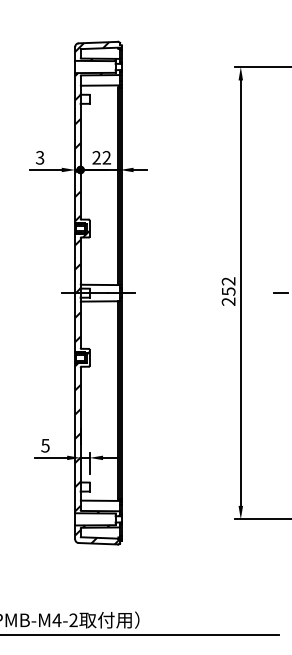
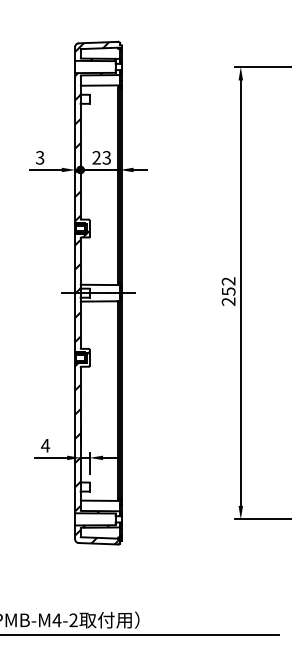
text at (106, 157): 22 -> 23
line at (280, 292): present -> none
text at (45, 445): 5 -> 4
